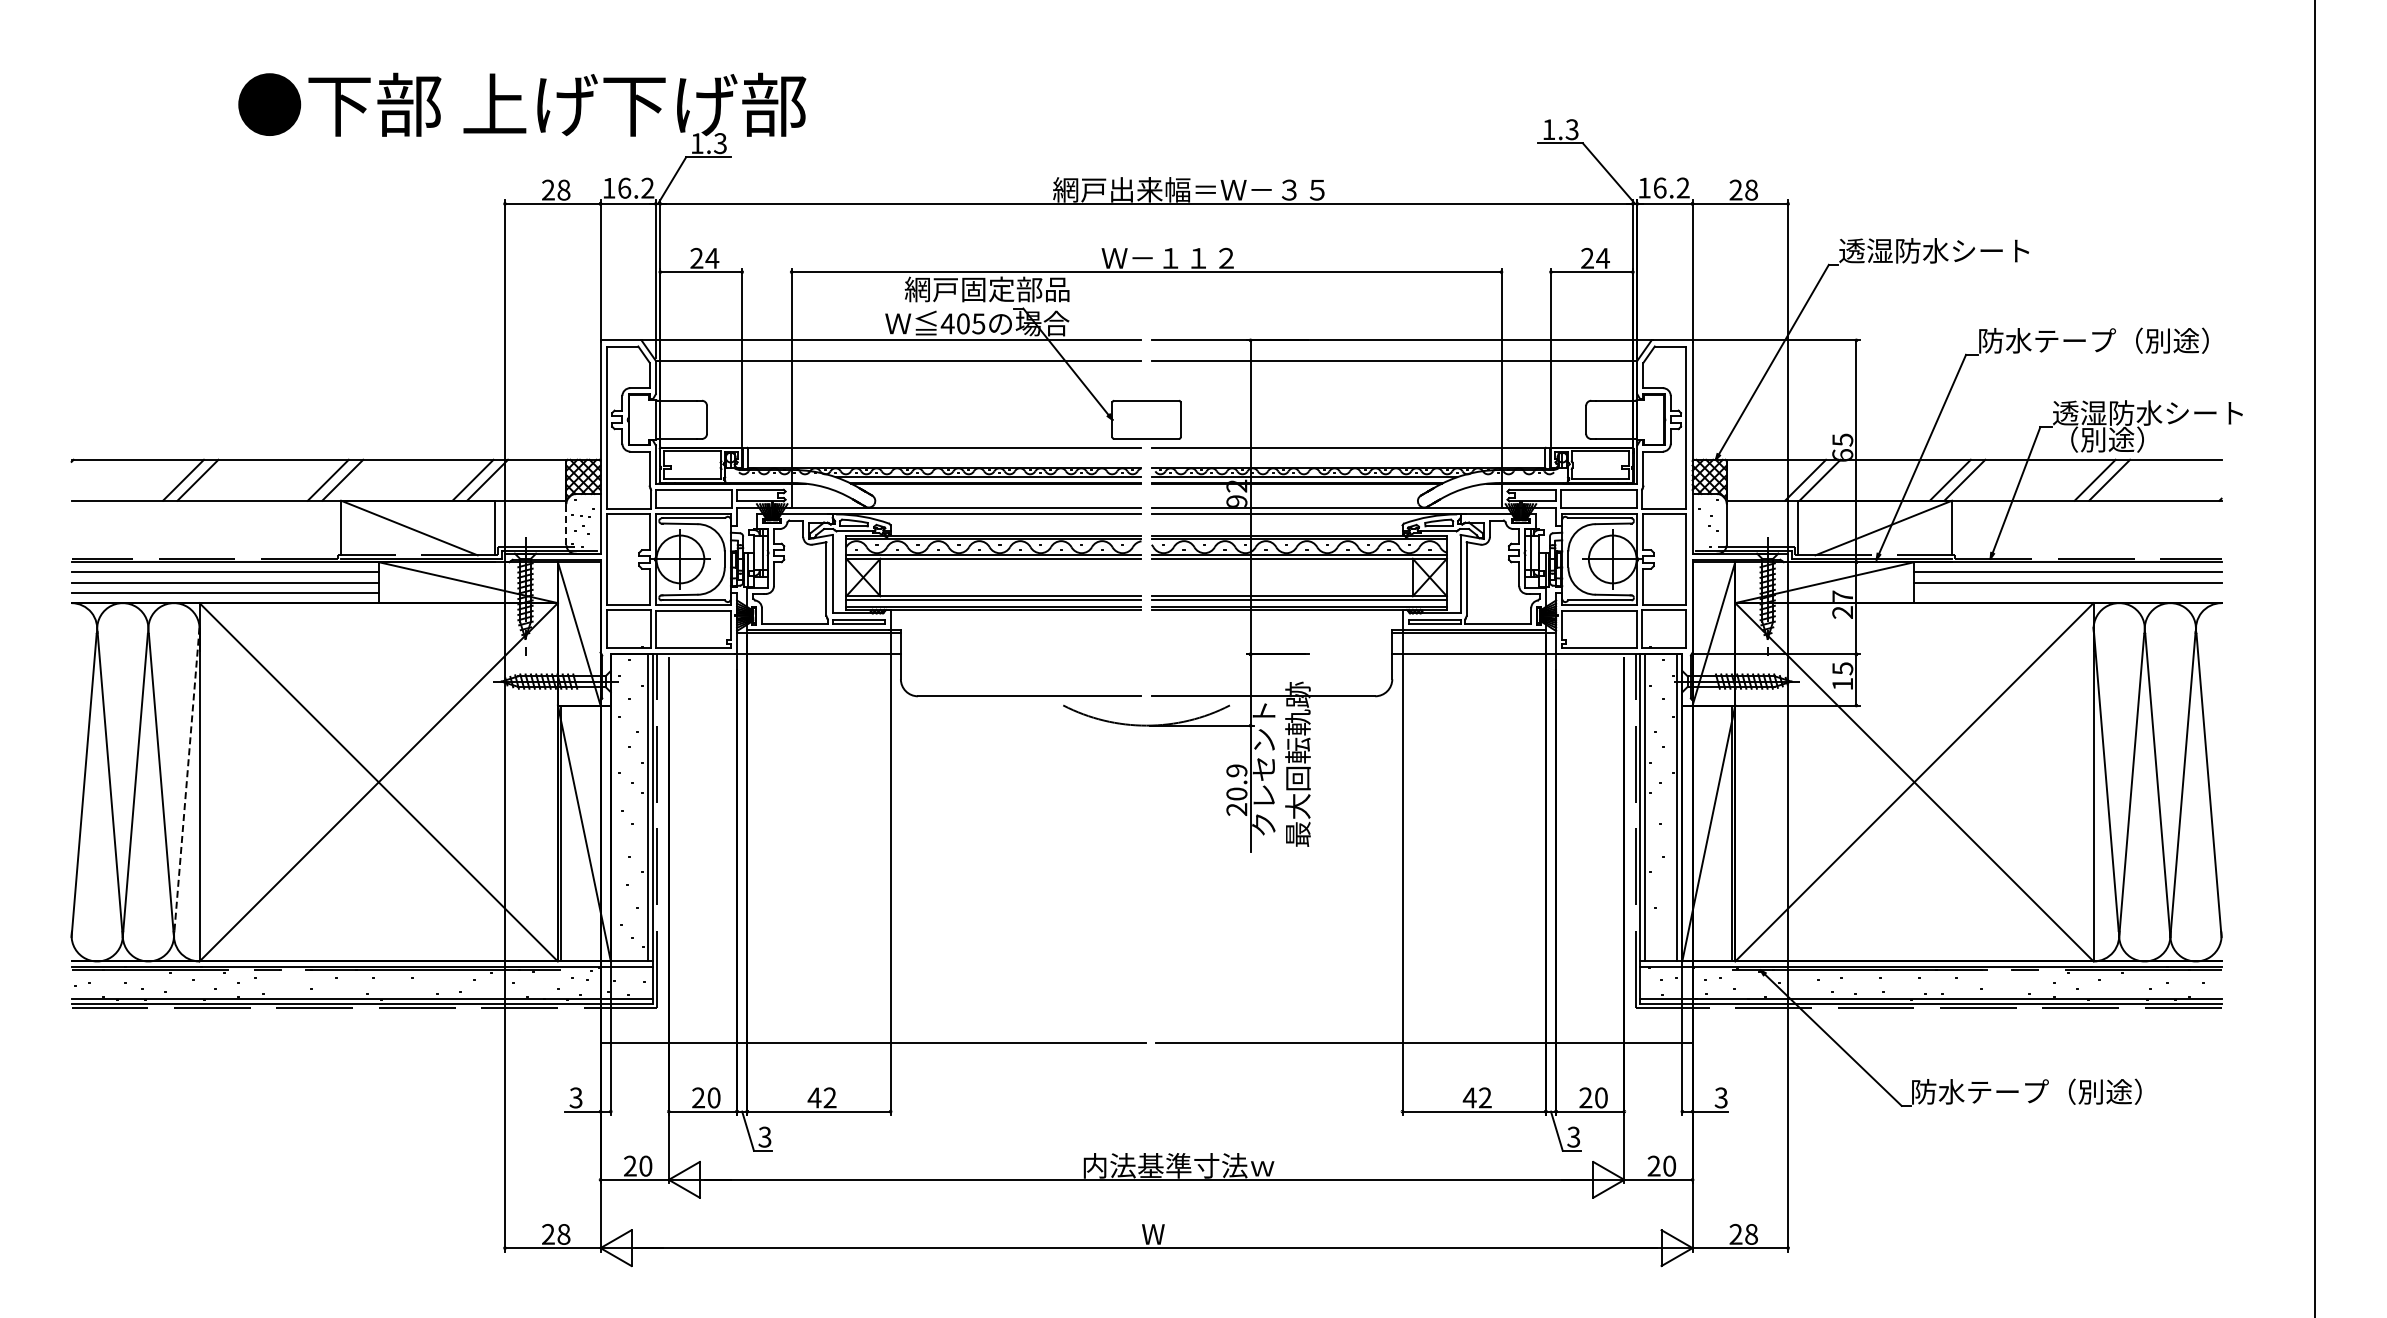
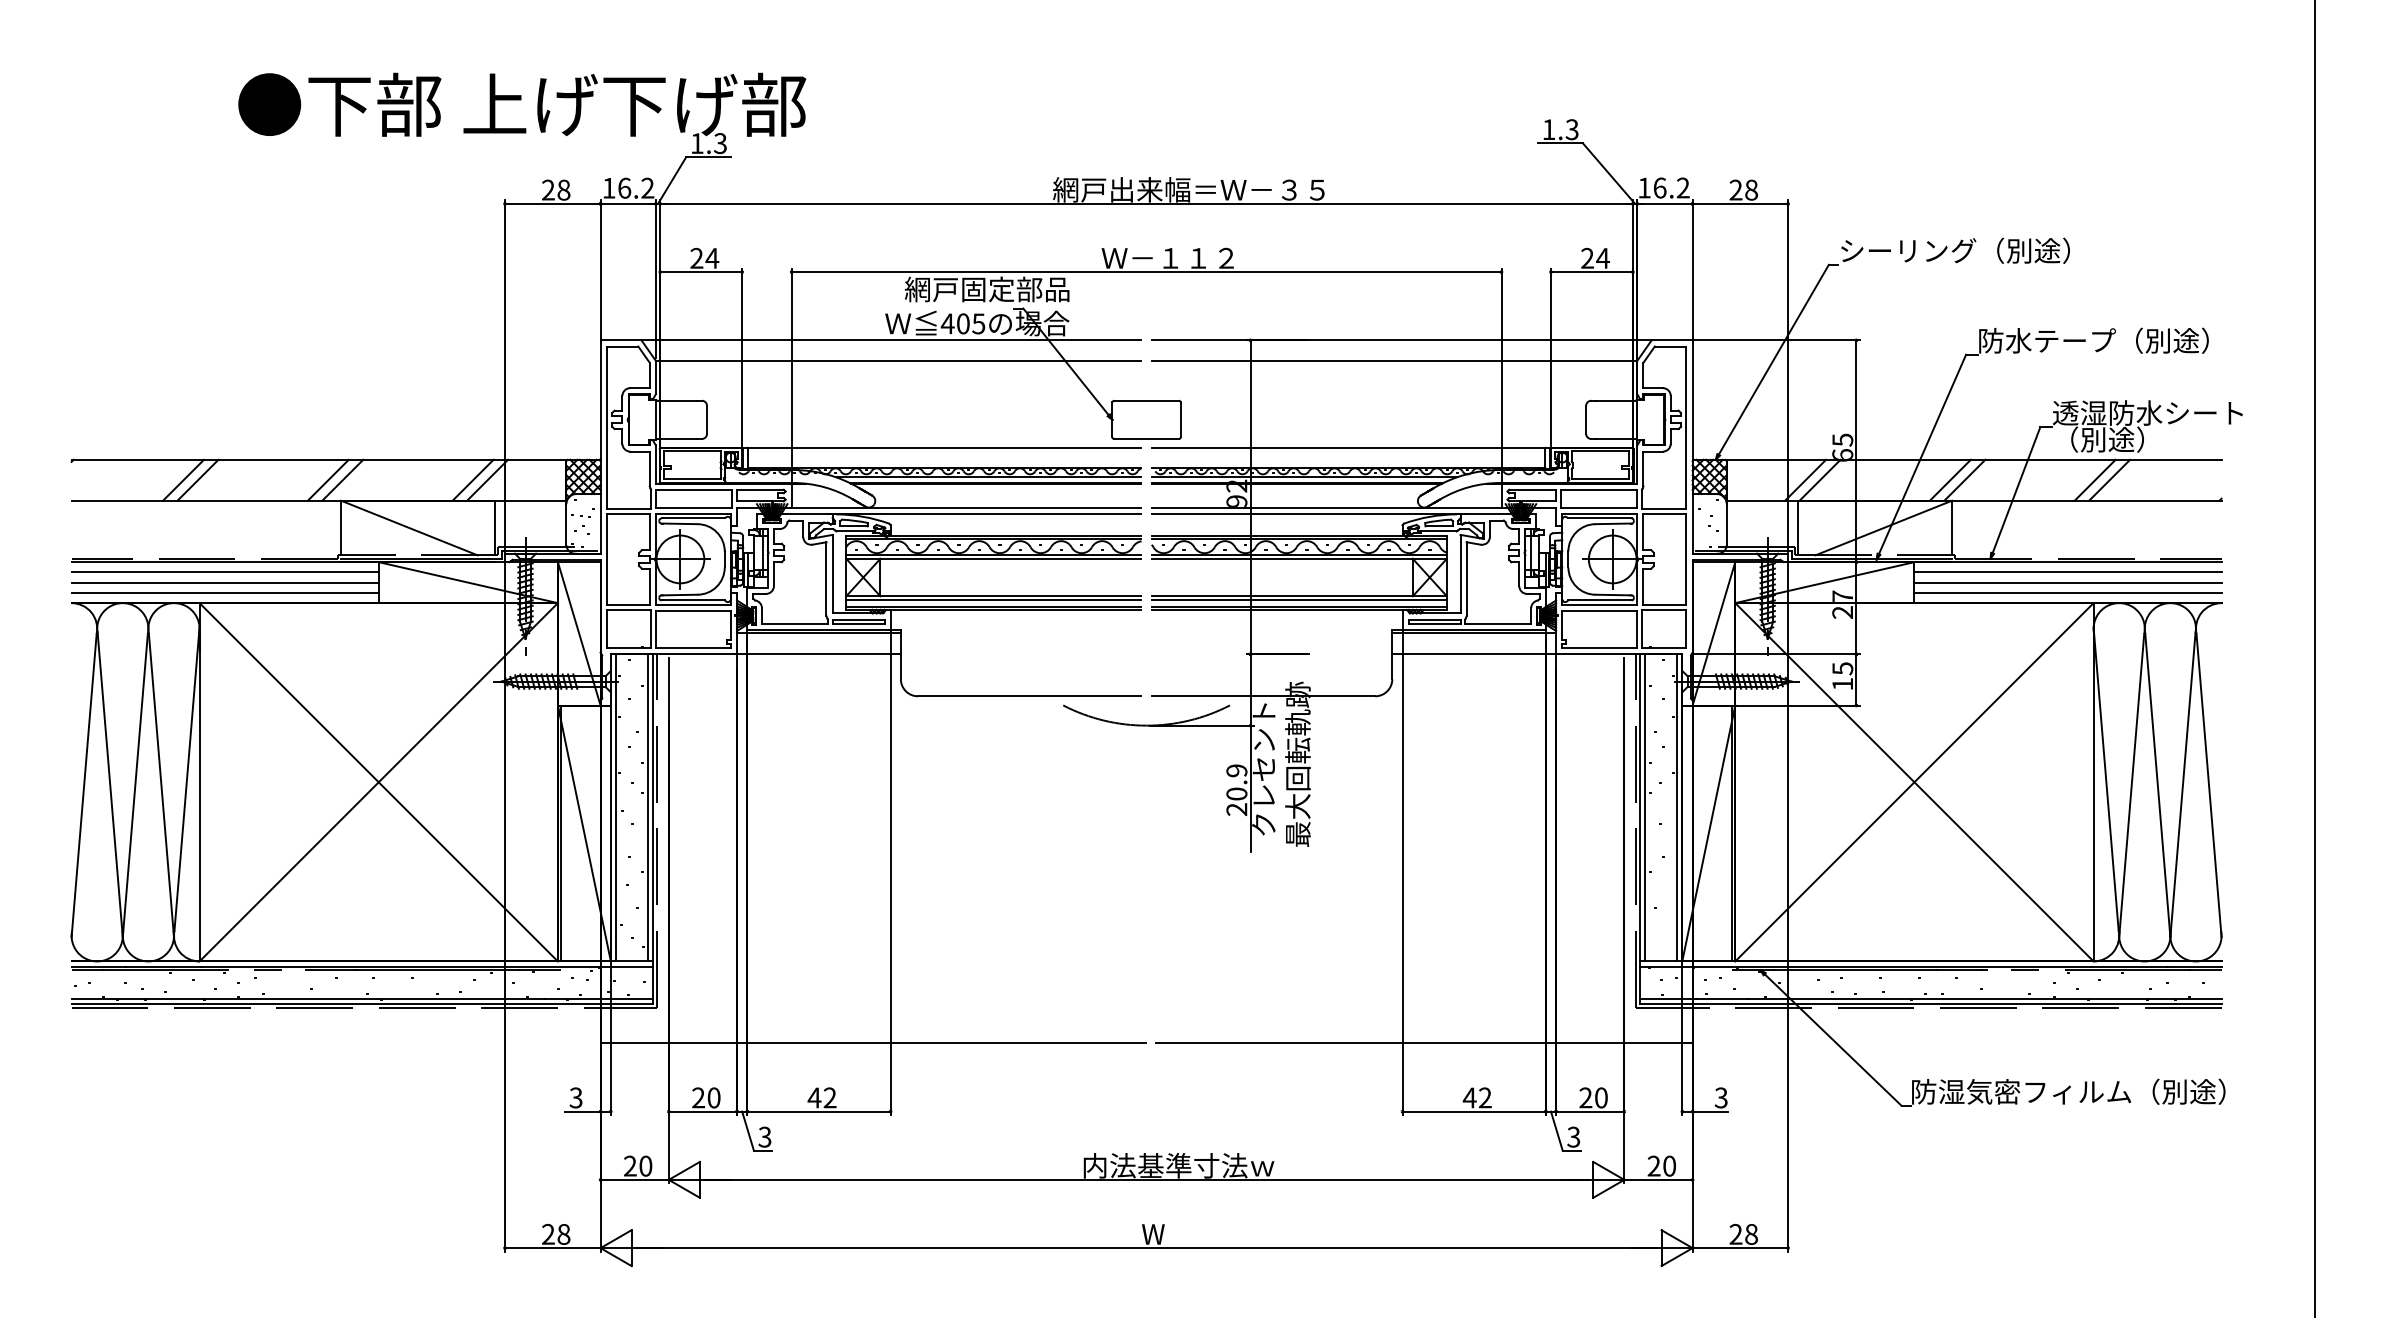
text at (1954, 250): 透湿防水シート -> シーリング（別途）
line at (566, 524): dashed -> solid
line at (2067, 592): none -> present
line at (187, 779): dashed -> solid
line at (615, 807): none -> present
text at (2081, 1091): 防水テープ（別途） -> 防湿気密フィルム（別途）
